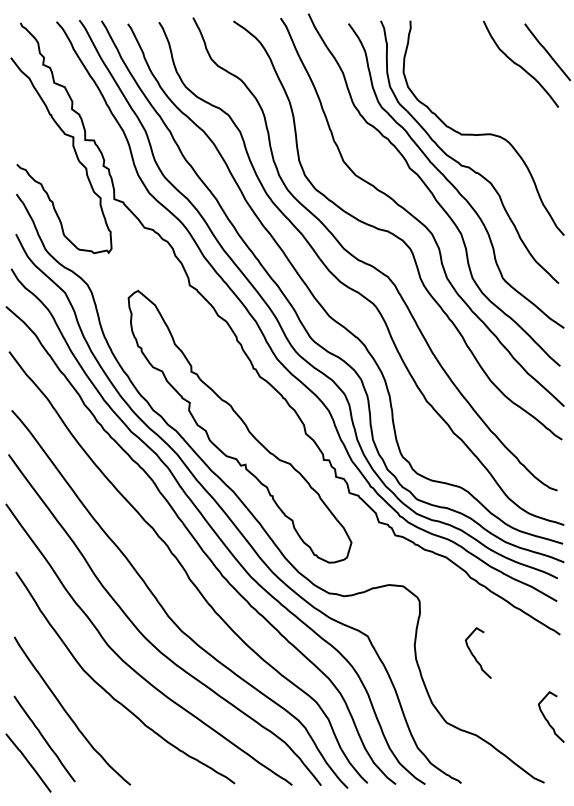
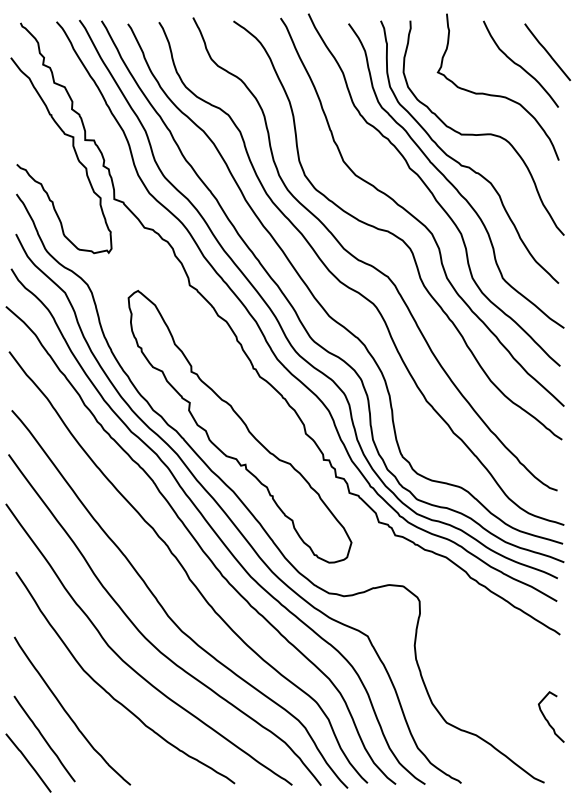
curve at (495, 94): none -> present
curve at (474, 655): present -> none
